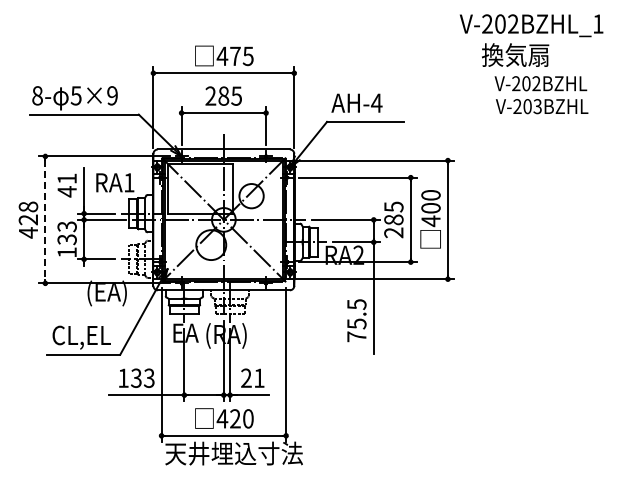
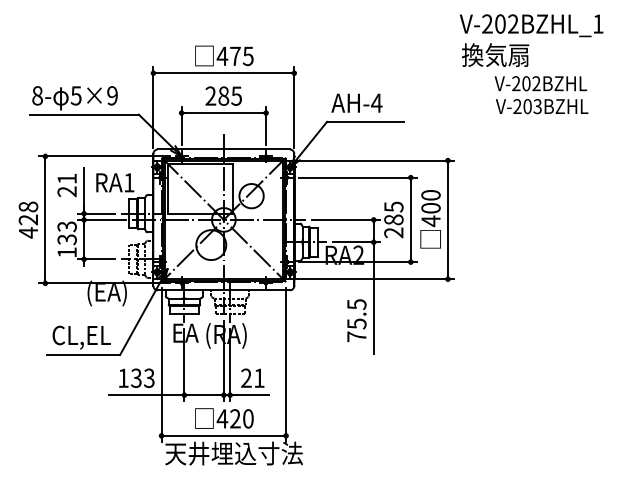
text at (515, 54) position: (515, 54) -> (495, 54)
text at (66, 191): 41 -> 21
line at (45, 219): dashed -> solid
